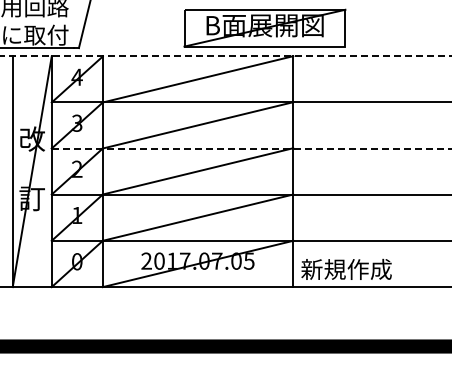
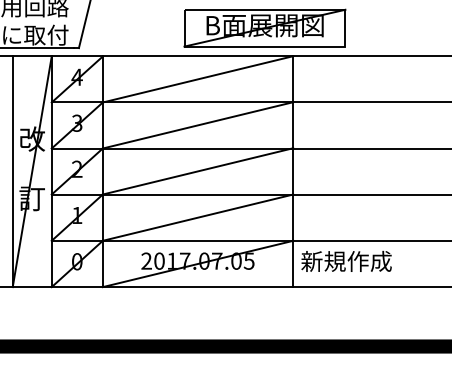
line at (226, 56): dashed -> solid
line at (251, 148): dashed -> solid
text at (346, 268) position: (346, 268) -> (346, 260)
